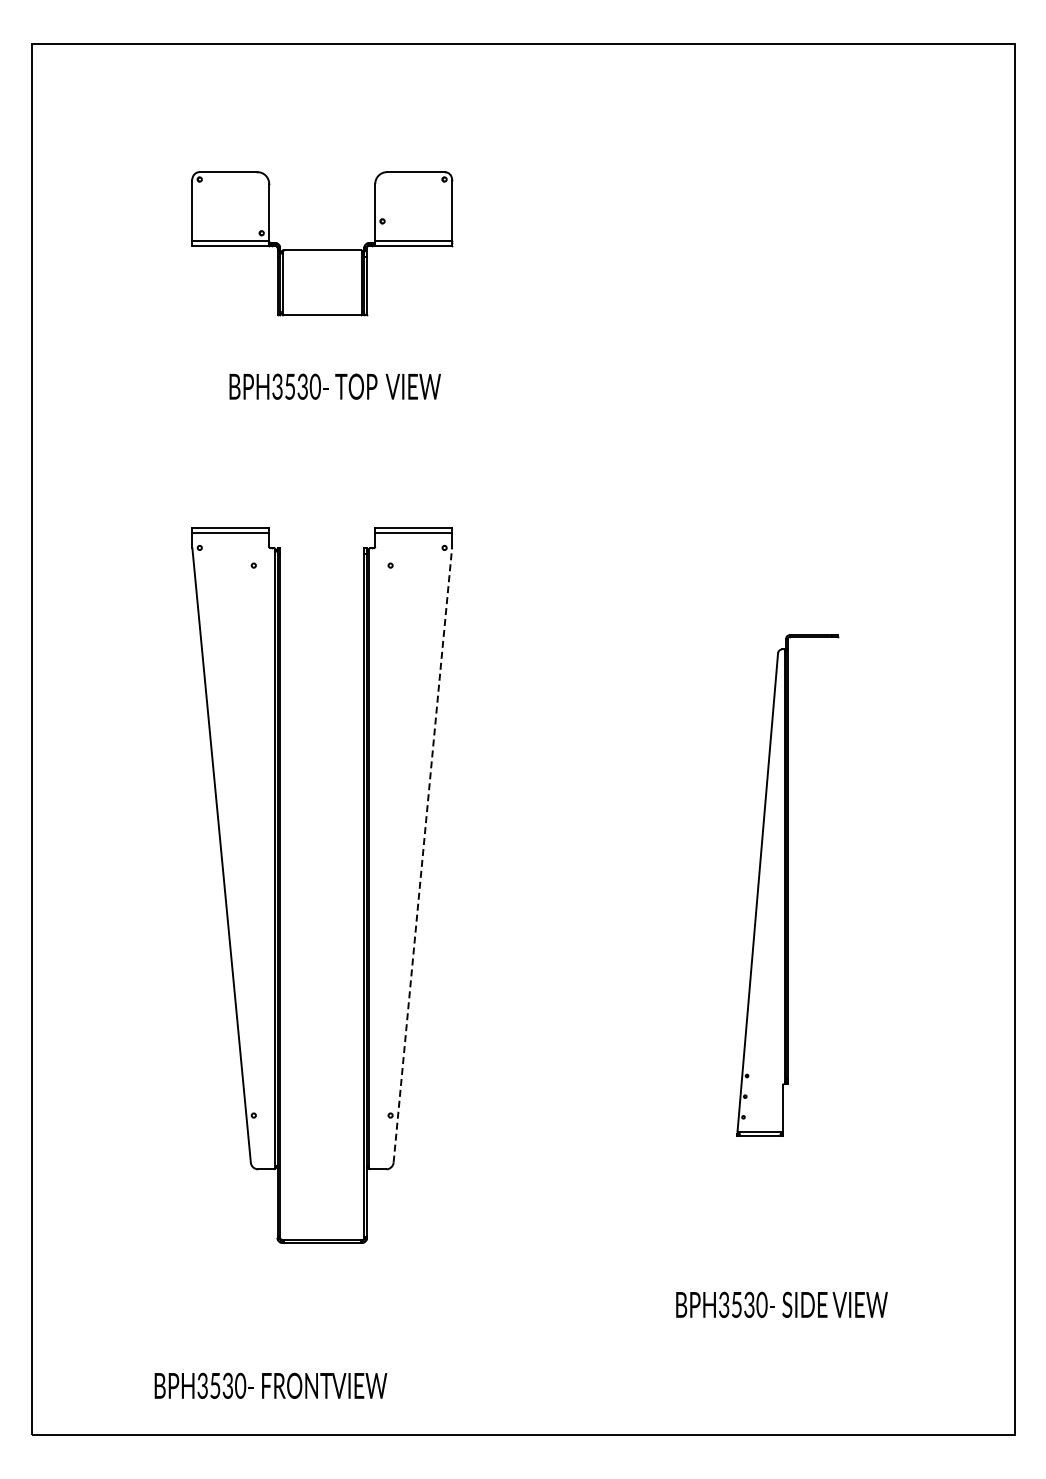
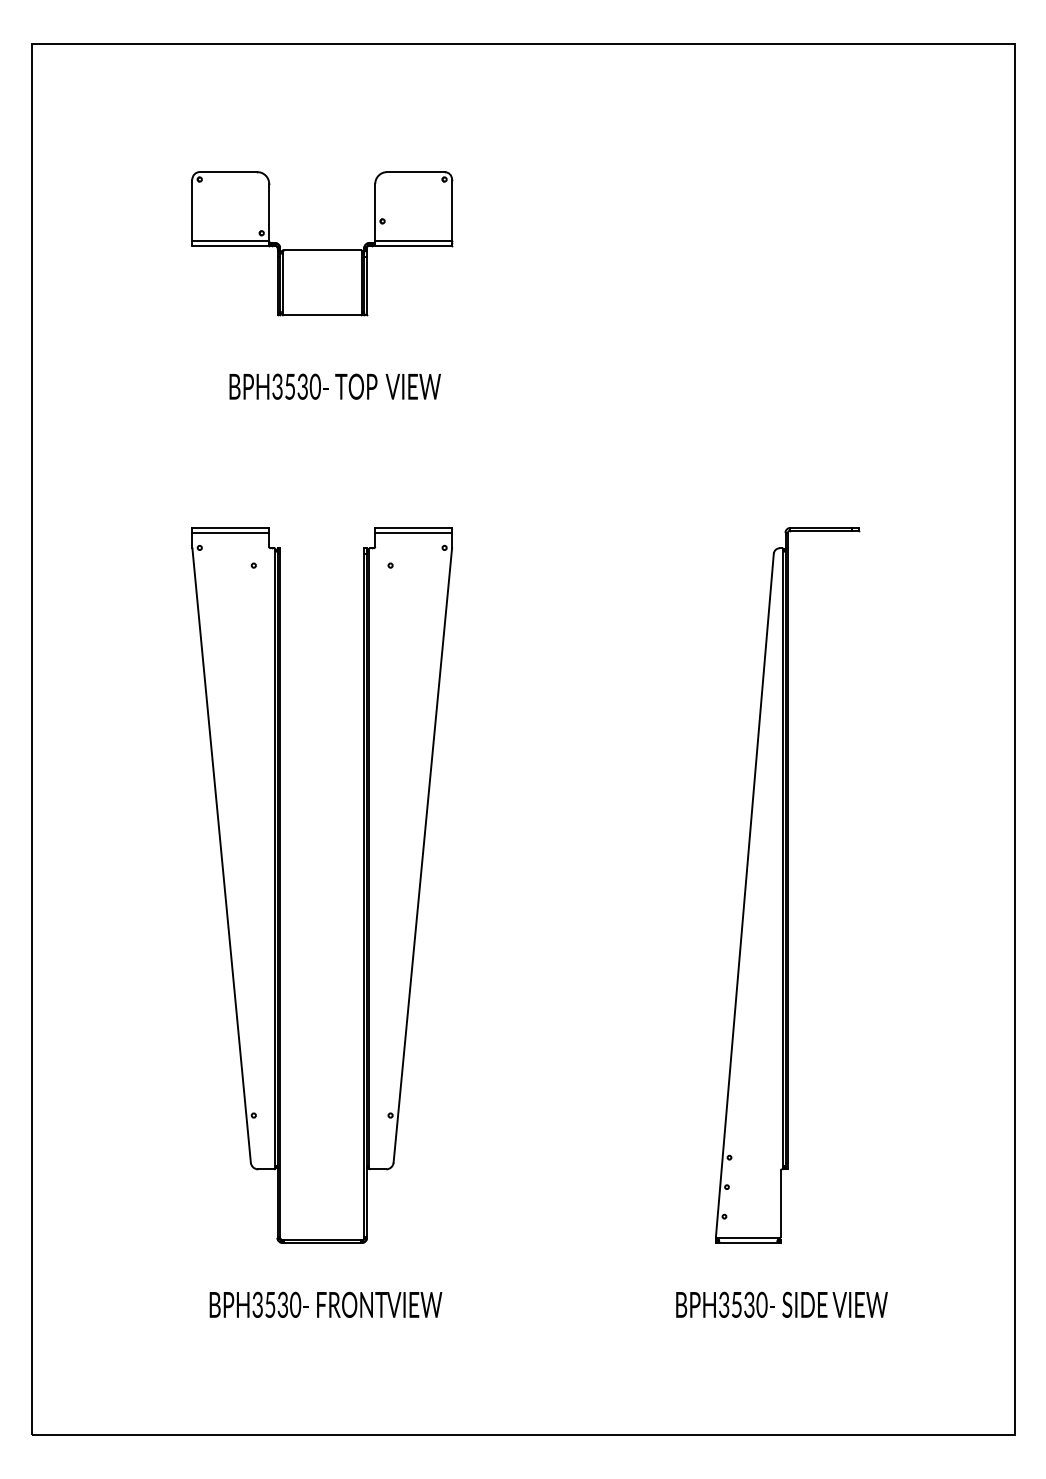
line at (422, 855): dashed -> solid
part at (787, 885) size: 104x503 px -> 146x717 px
text at (270, 1385) position: (270, 1385) -> (325, 1304)
